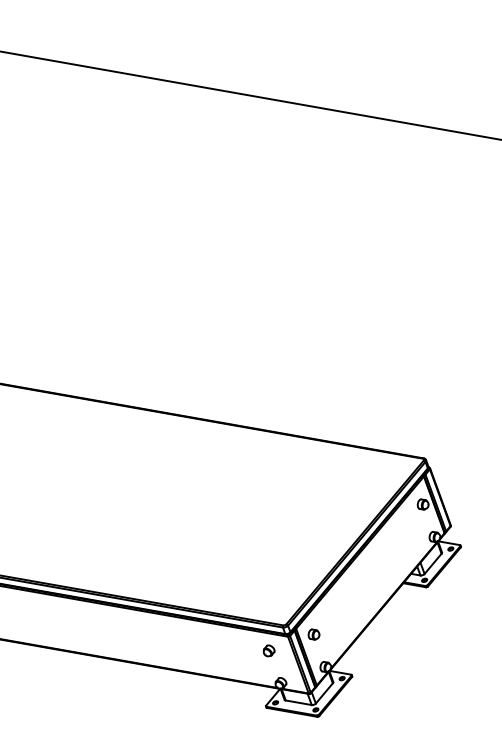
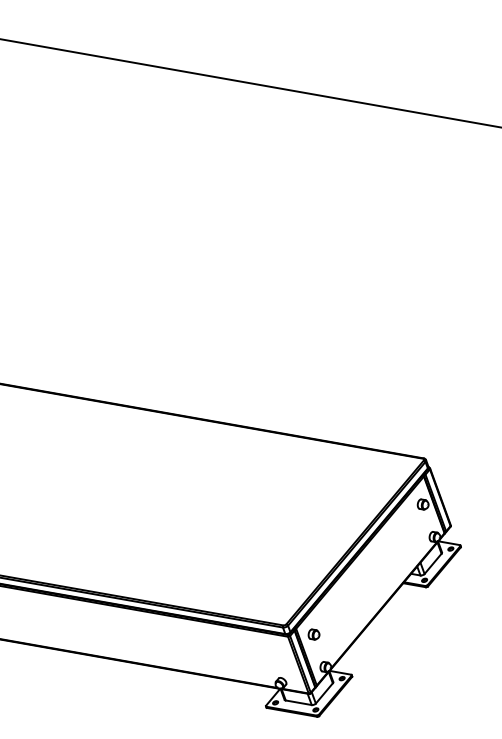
line at (250, 95) position: (250, 95) -> (250, 83)
part at (268, 650): present -> none
